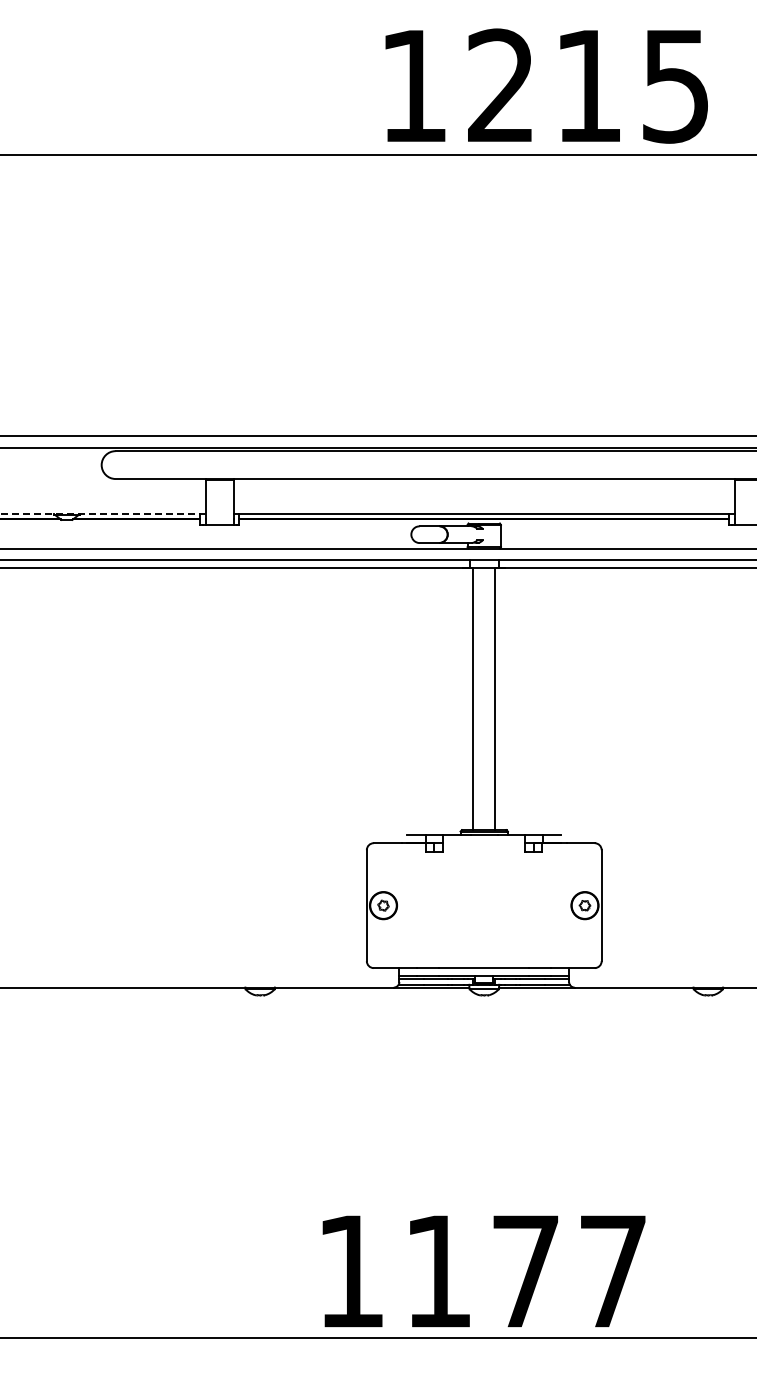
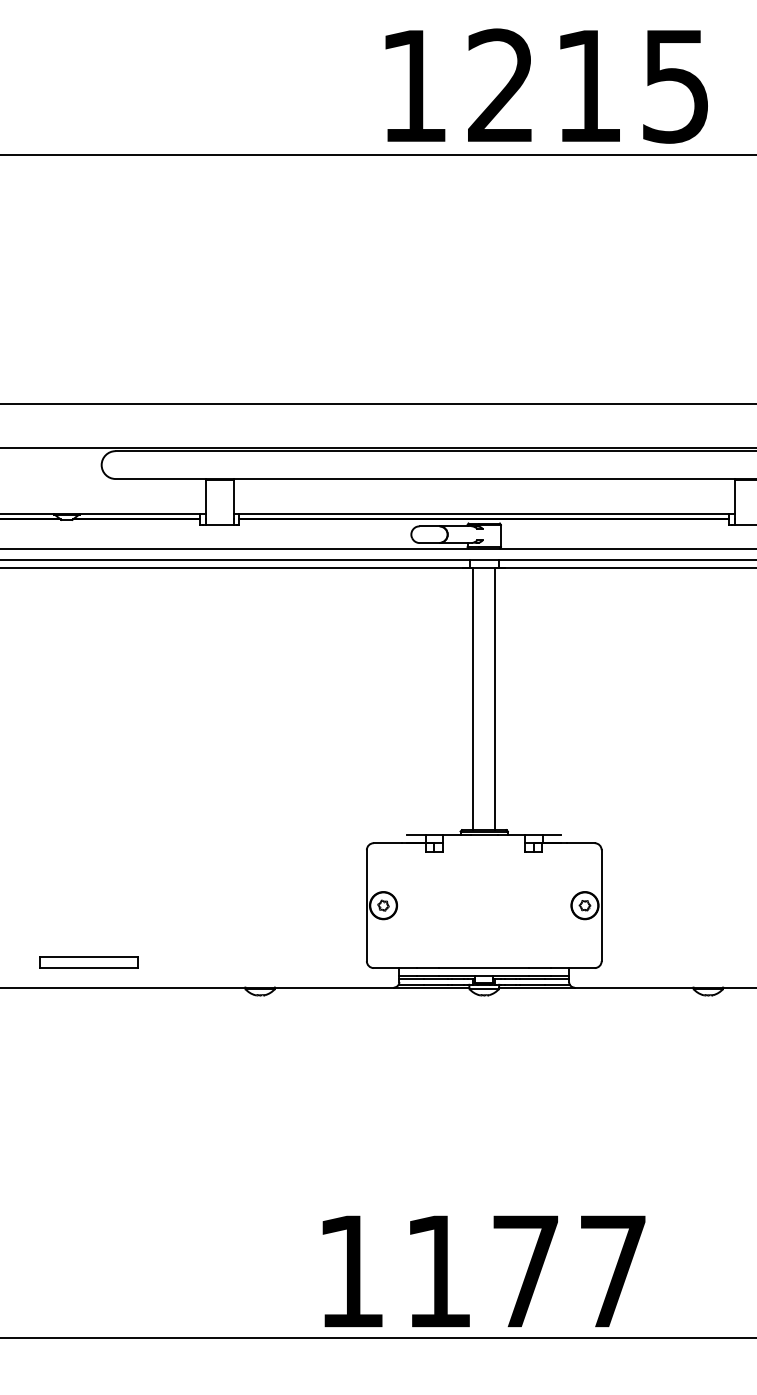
line at (377, 435) position: (377, 435) -> (377, 403)
line at (103, 513): dashed -> solid
part at (88, 962): none -> present
